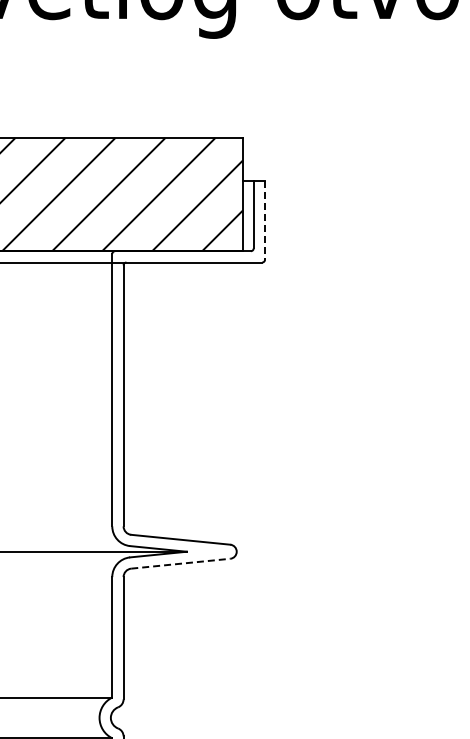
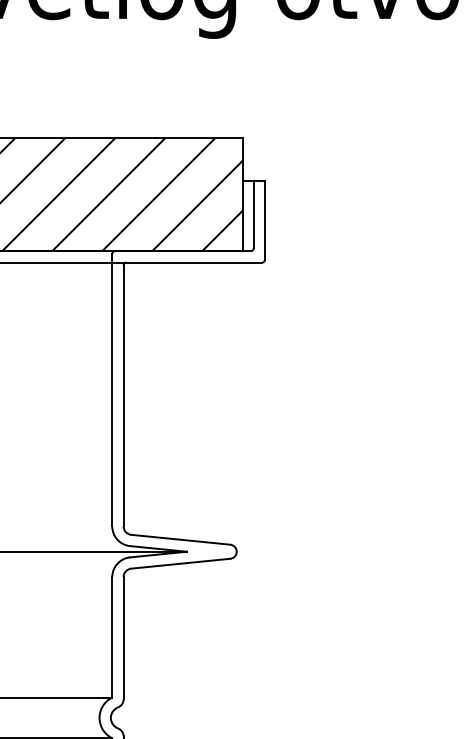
line at (265, 220): dashed -> solid
line at (180, 563): dashed -> solid
